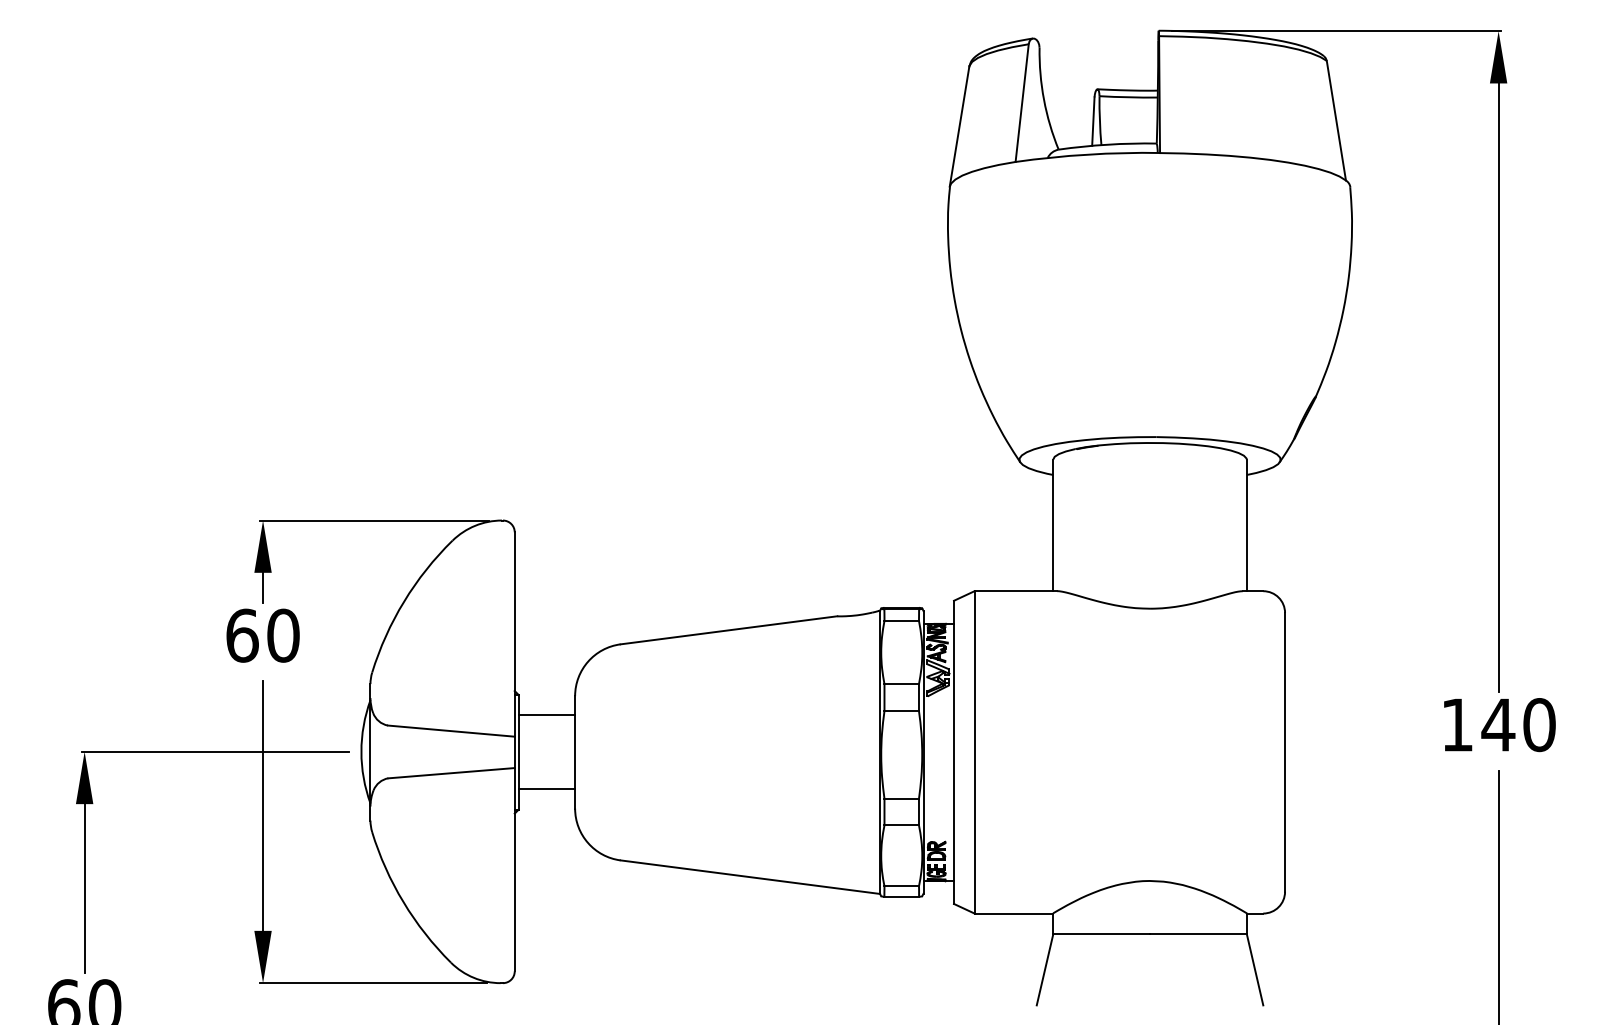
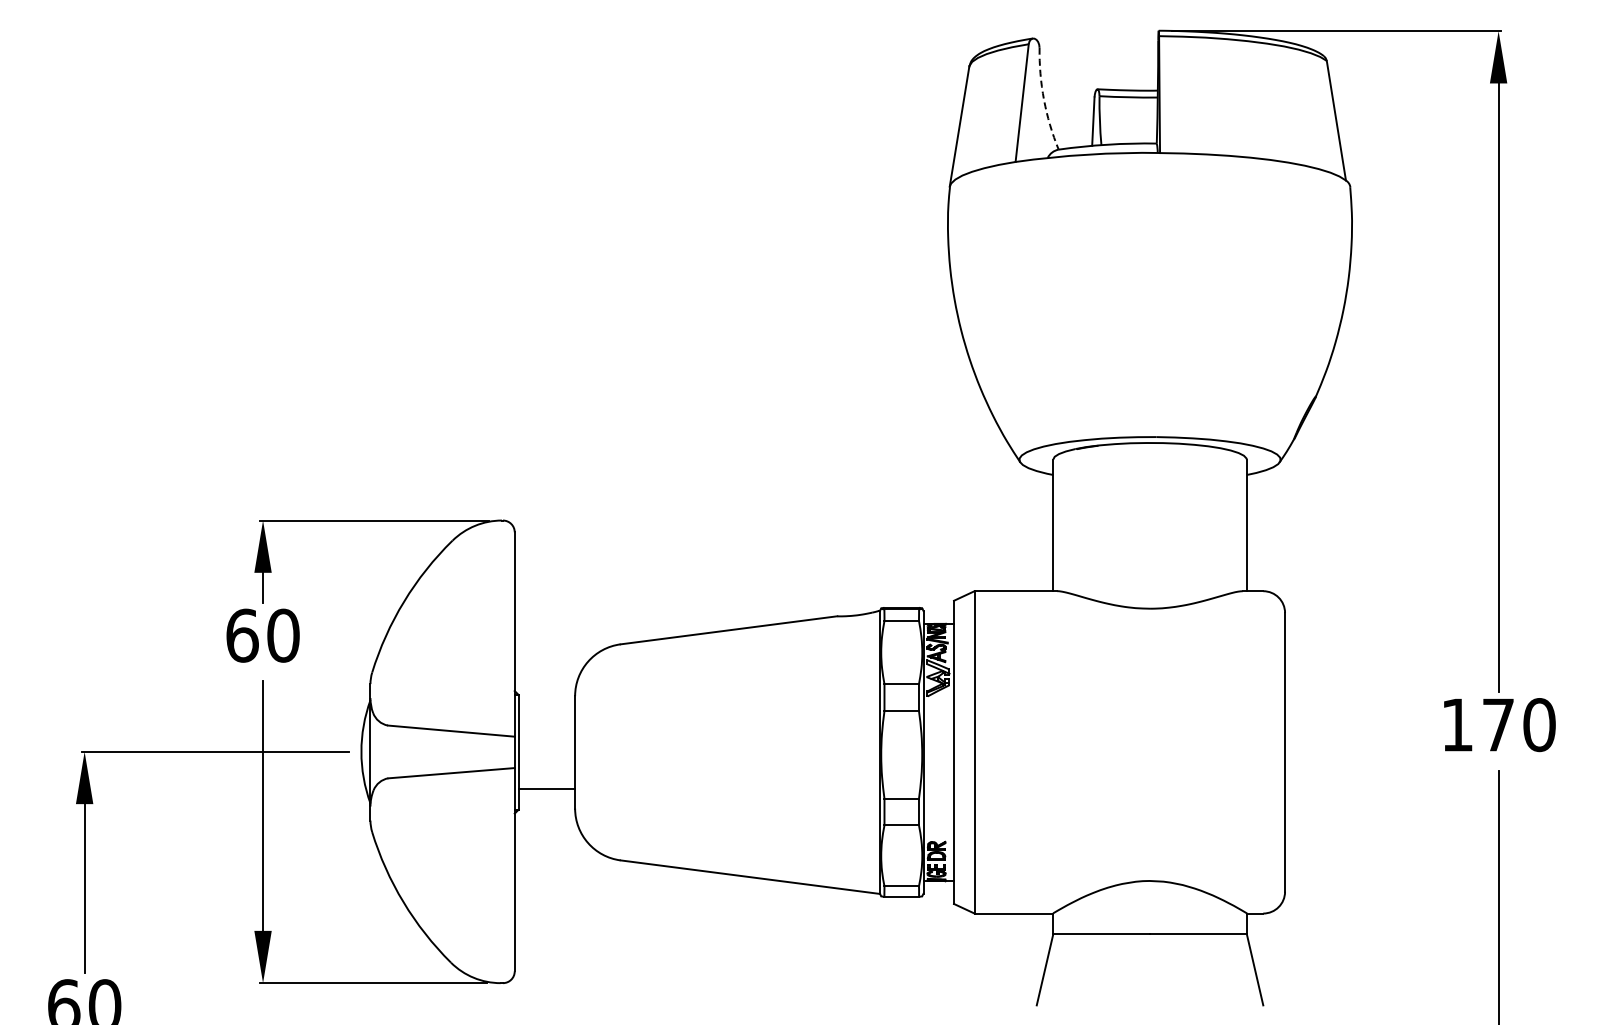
arc at (1044, 99): solid -> dashed
line at (546, 715): present -> none
text at (1498, 724): 140 -> 170
